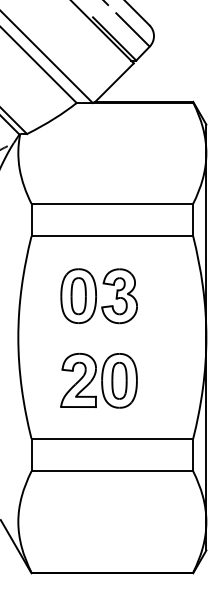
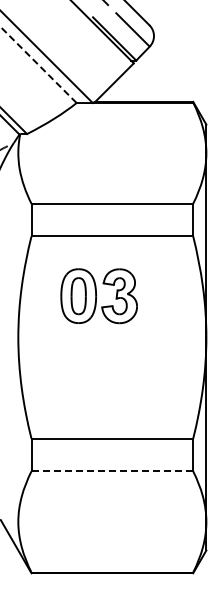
line at (38, 64): solid -> dashed
part at (98, 380): present -> none
line at (112, 471): solid -> dashed
